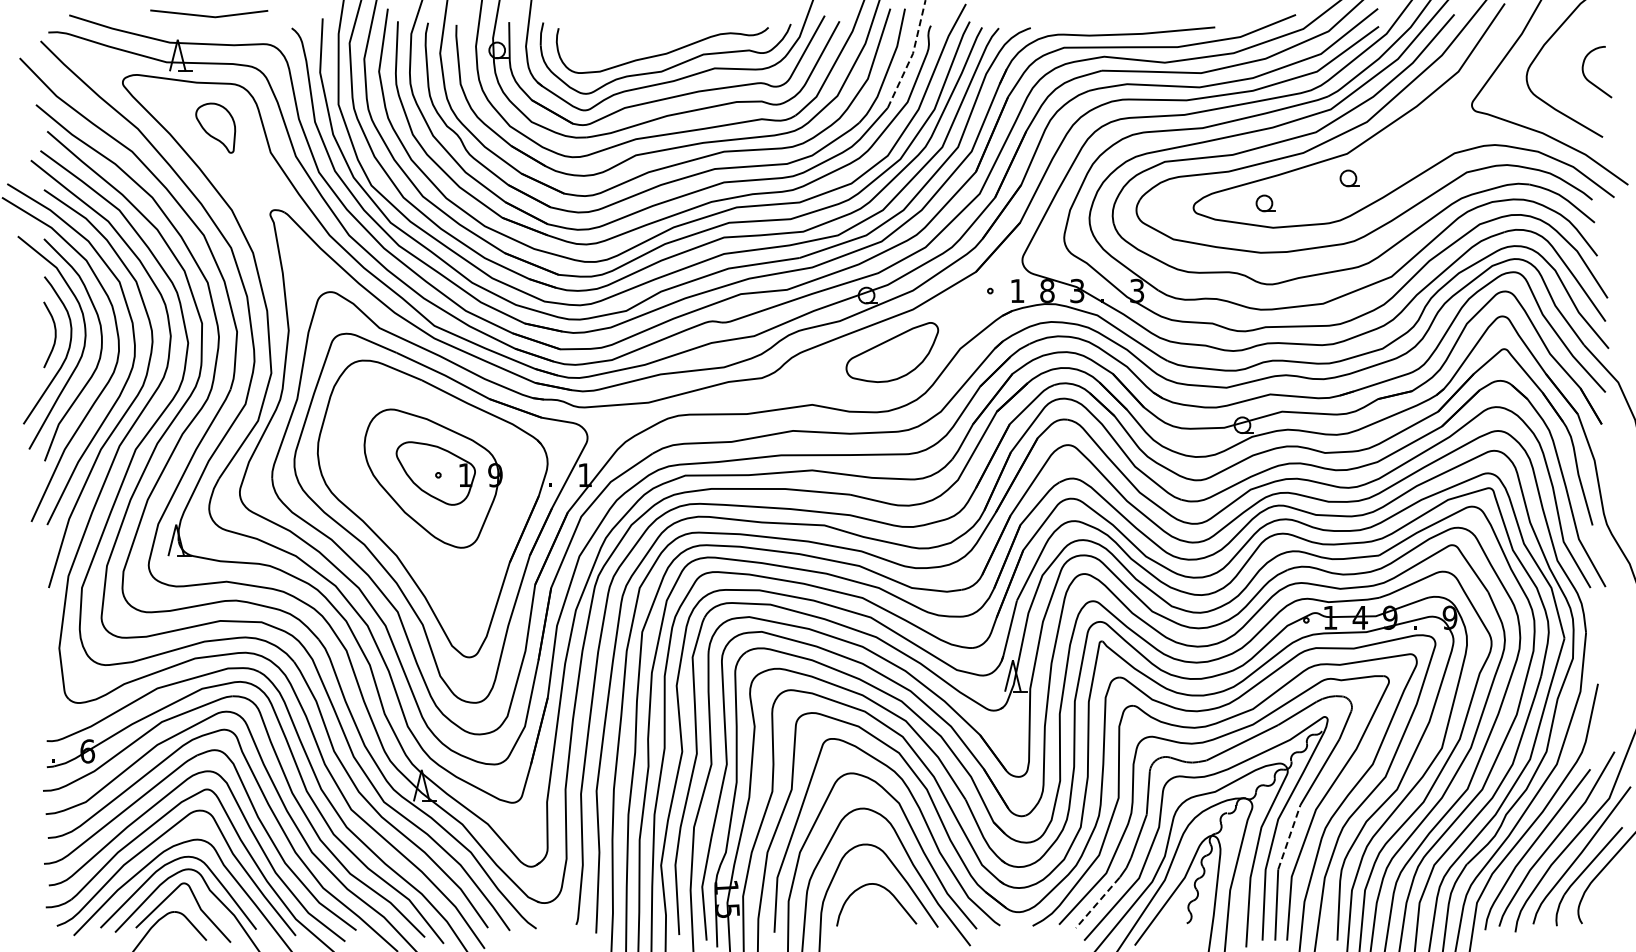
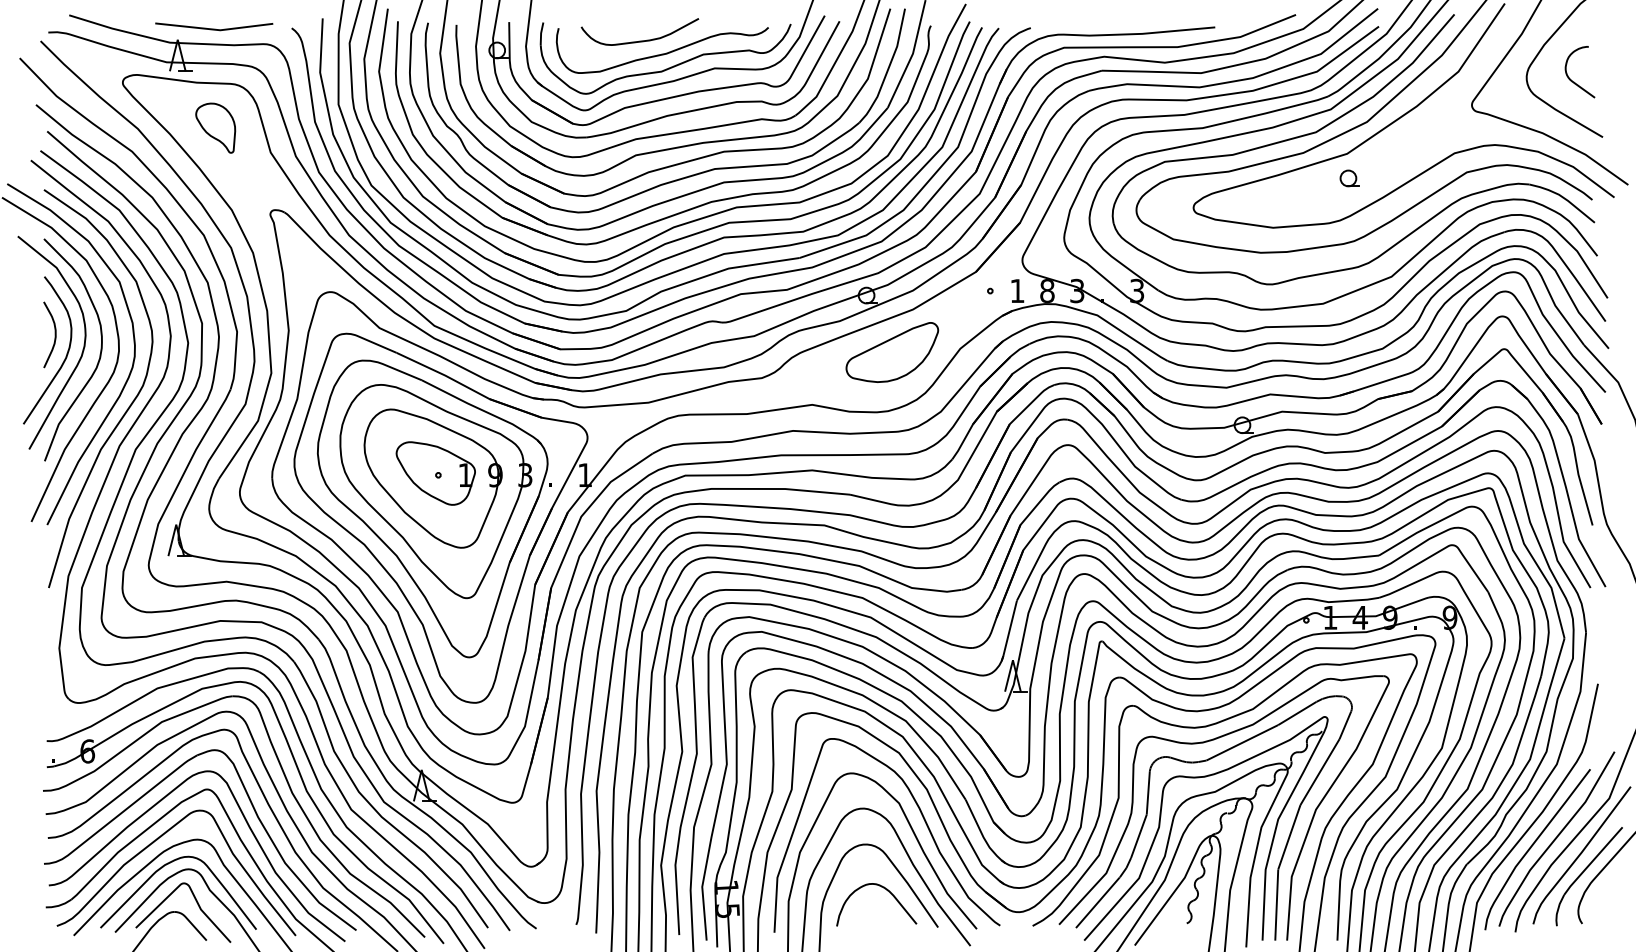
line at (209, 15) position: (209, 15) -> (214, 28)
curve at (639, 40): none -> present
line at (912, 54): dashed -> solid
curve at (1591, 81) position: (1591, 81) -> (1574, 81)
part at (1265, 203): present -> none
part at (435, 491): none -> present
line at (1289, 836): dashed -> solid
line at (1097, 903): dashed -> solid
